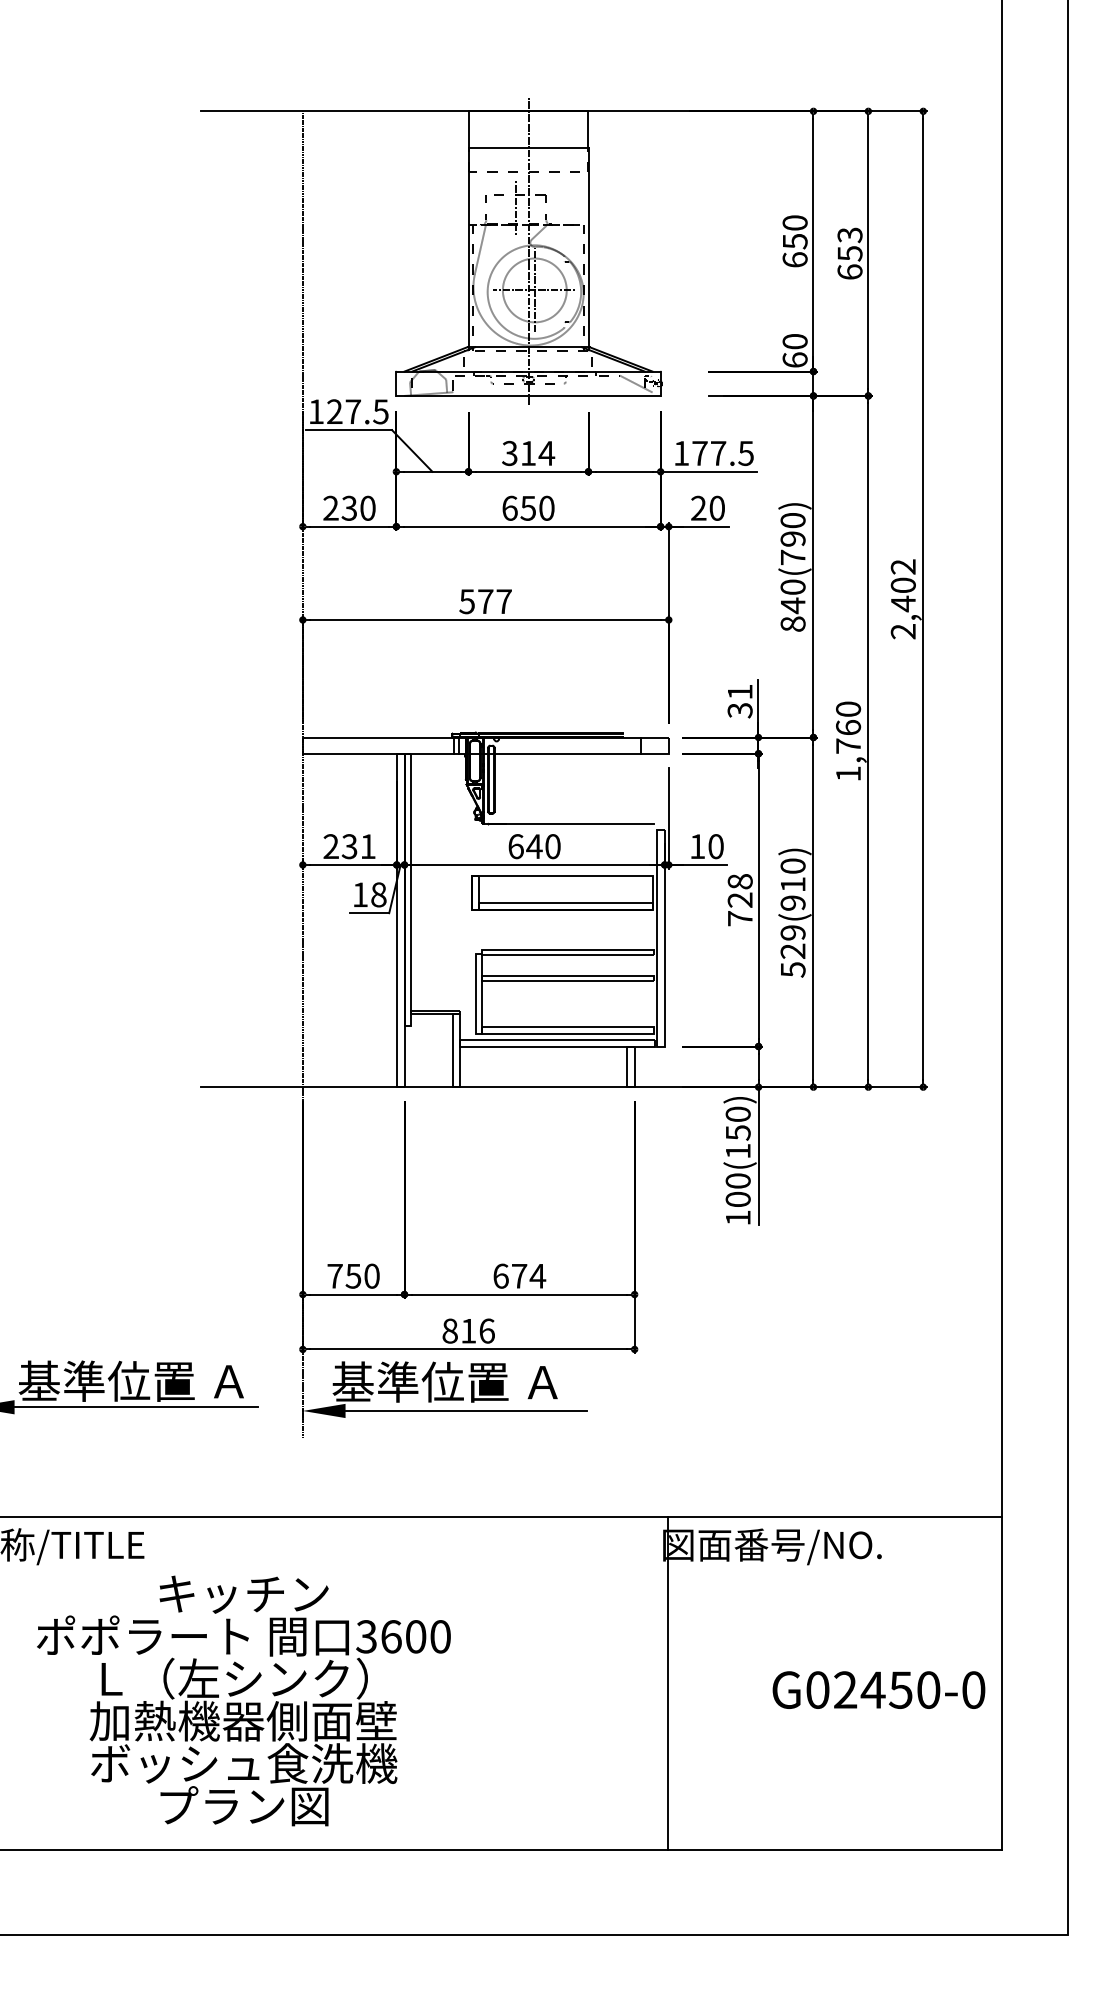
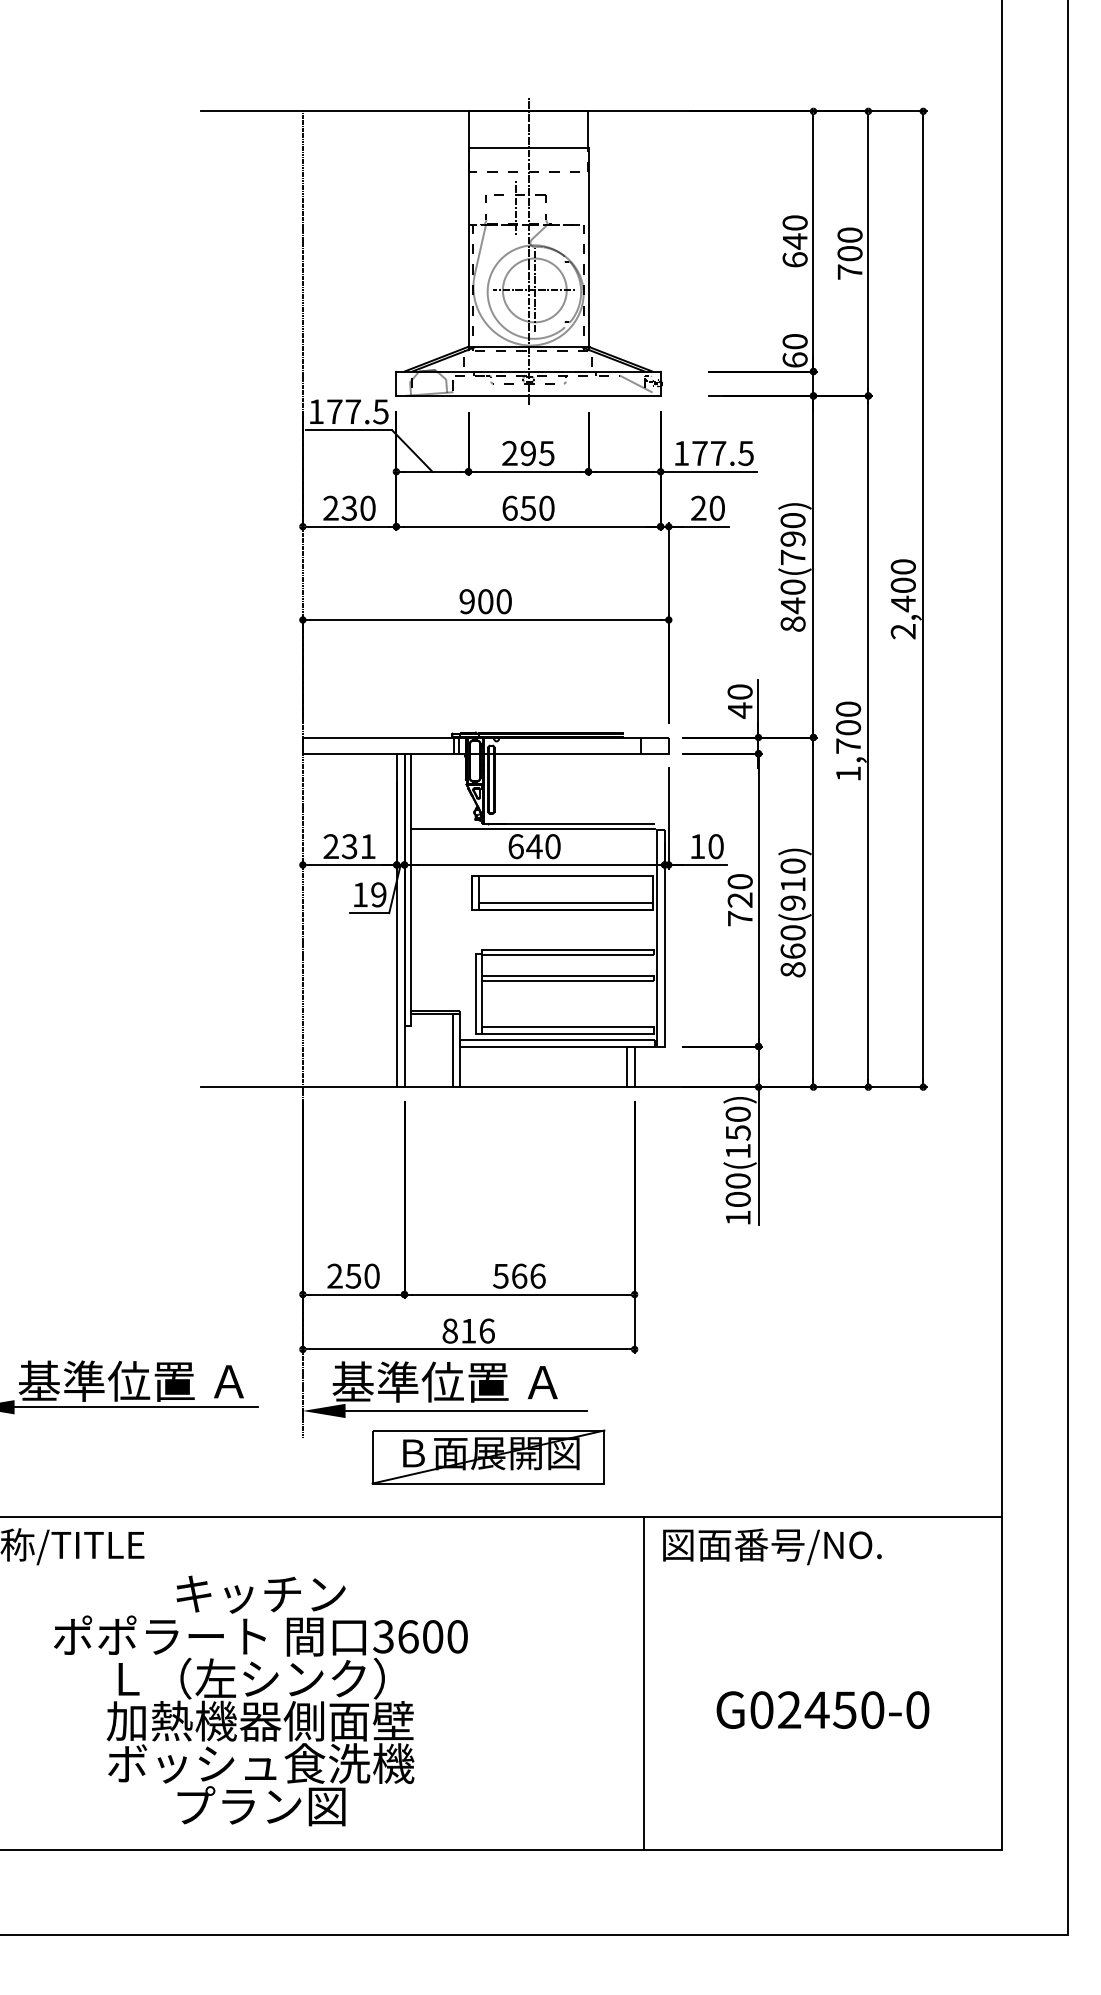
text at (795, 241): 650 -> 640
text at (849, 253): 653 -> 700
text at (334, 411): 127.5 -> 177.5
text at (528, 453): 314 -> 295
text at (902, 566): 2,402 -> 2,400
text at (485, 601): 577 -> 900
text at (739, 701): 31 -> 40
text at (848, 727): 1,760 -> 1,700
line at (532, 829): none -> present
text at (740, 881): 728 -> 720
text at (378, 894): 18 -> 19
text at (792, 951): 529(910) -> 860(910)
text at (334, 1275): 750 -> 250
text at (519, 1275): 674 -> 566
part at (488, 1456): none -> present
line at (667, 1683) position: (667, 1683) -> (643, 1683)
text at (878, 1689) position: (878, 1689) -> (822, 1709)
text at (243, 1700) position: (243, 1700) -> (260, 1700)
